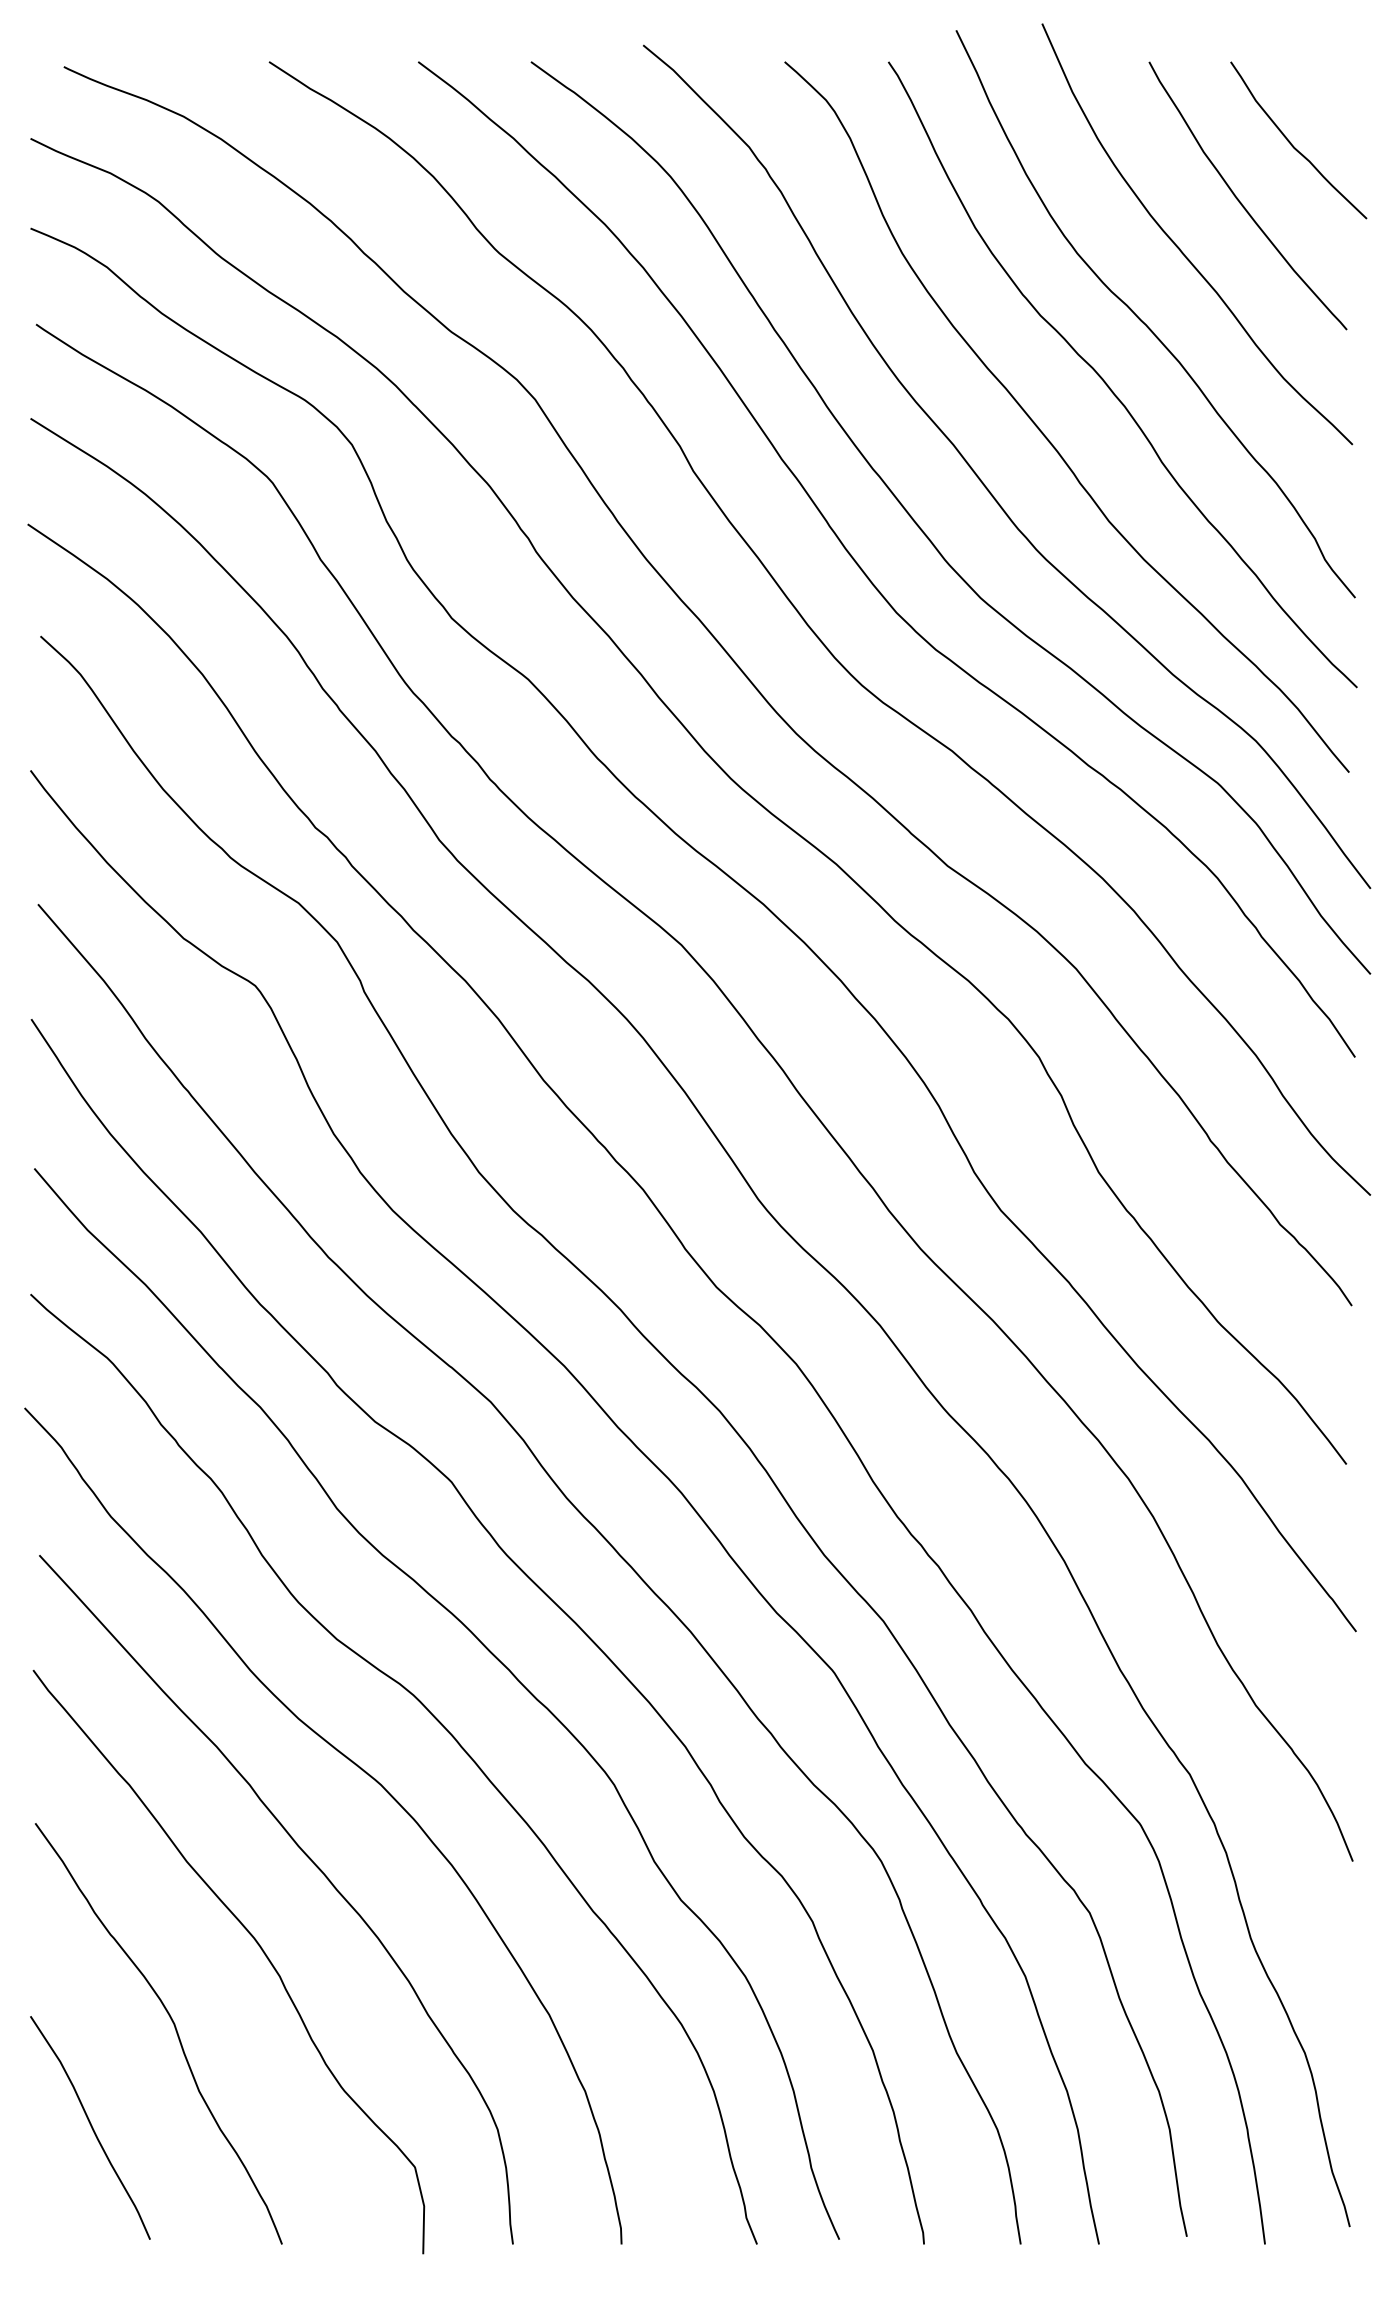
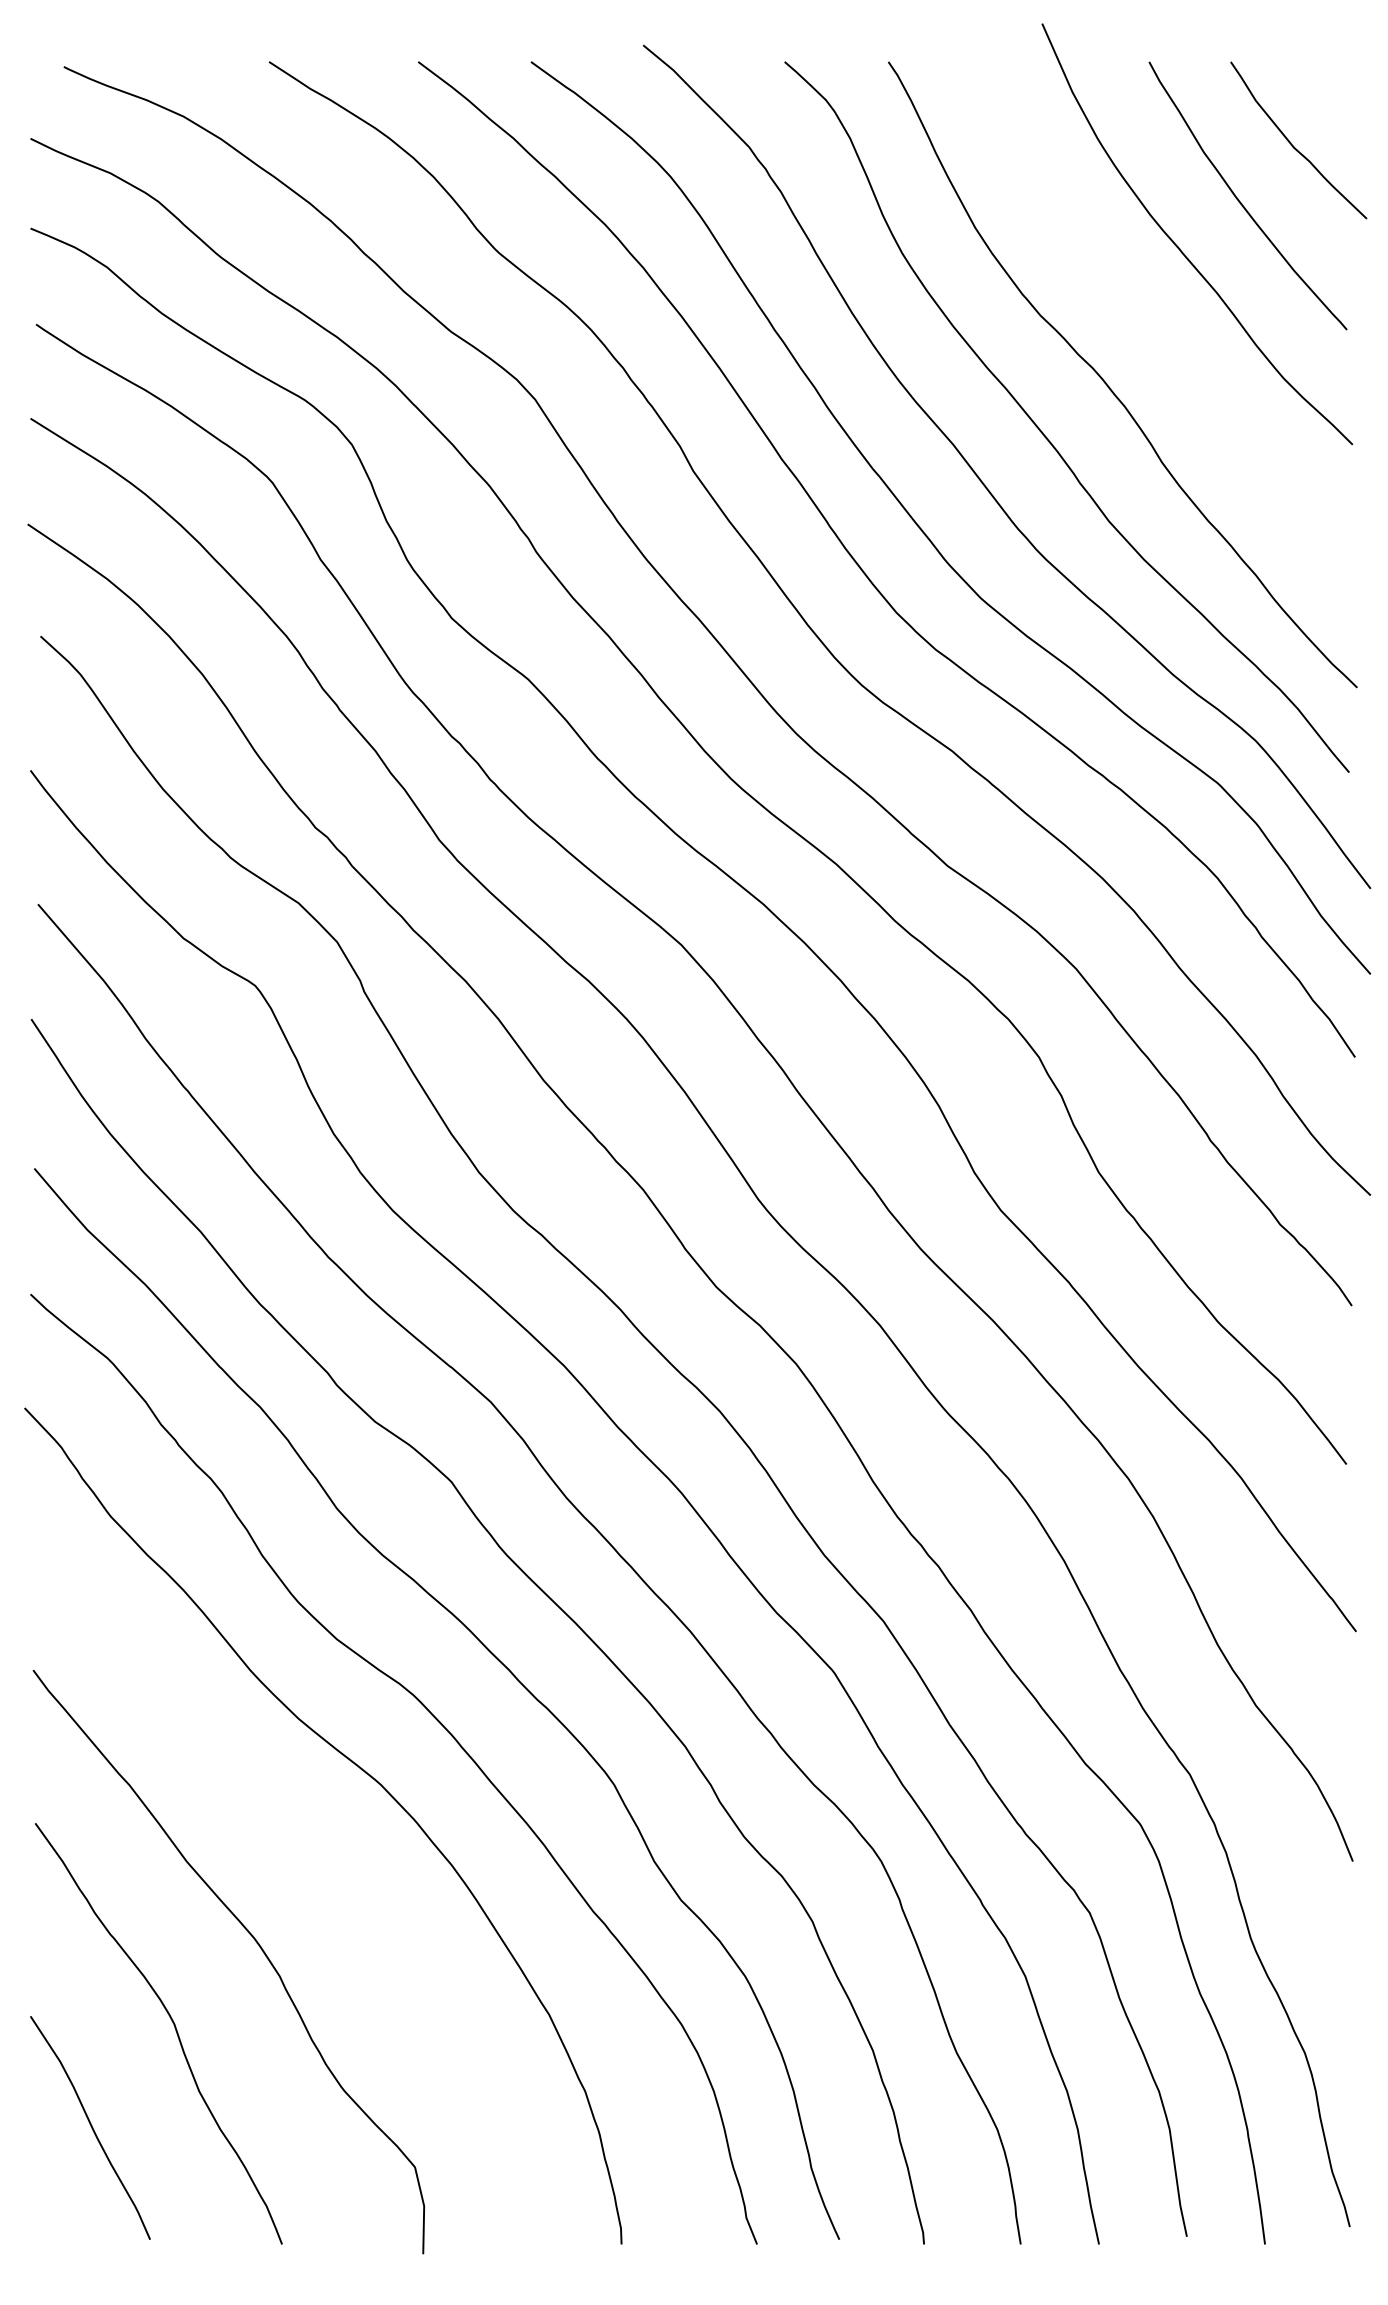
curve at (1145, 323): present -> none
curve at (314, 1865): present -> none
